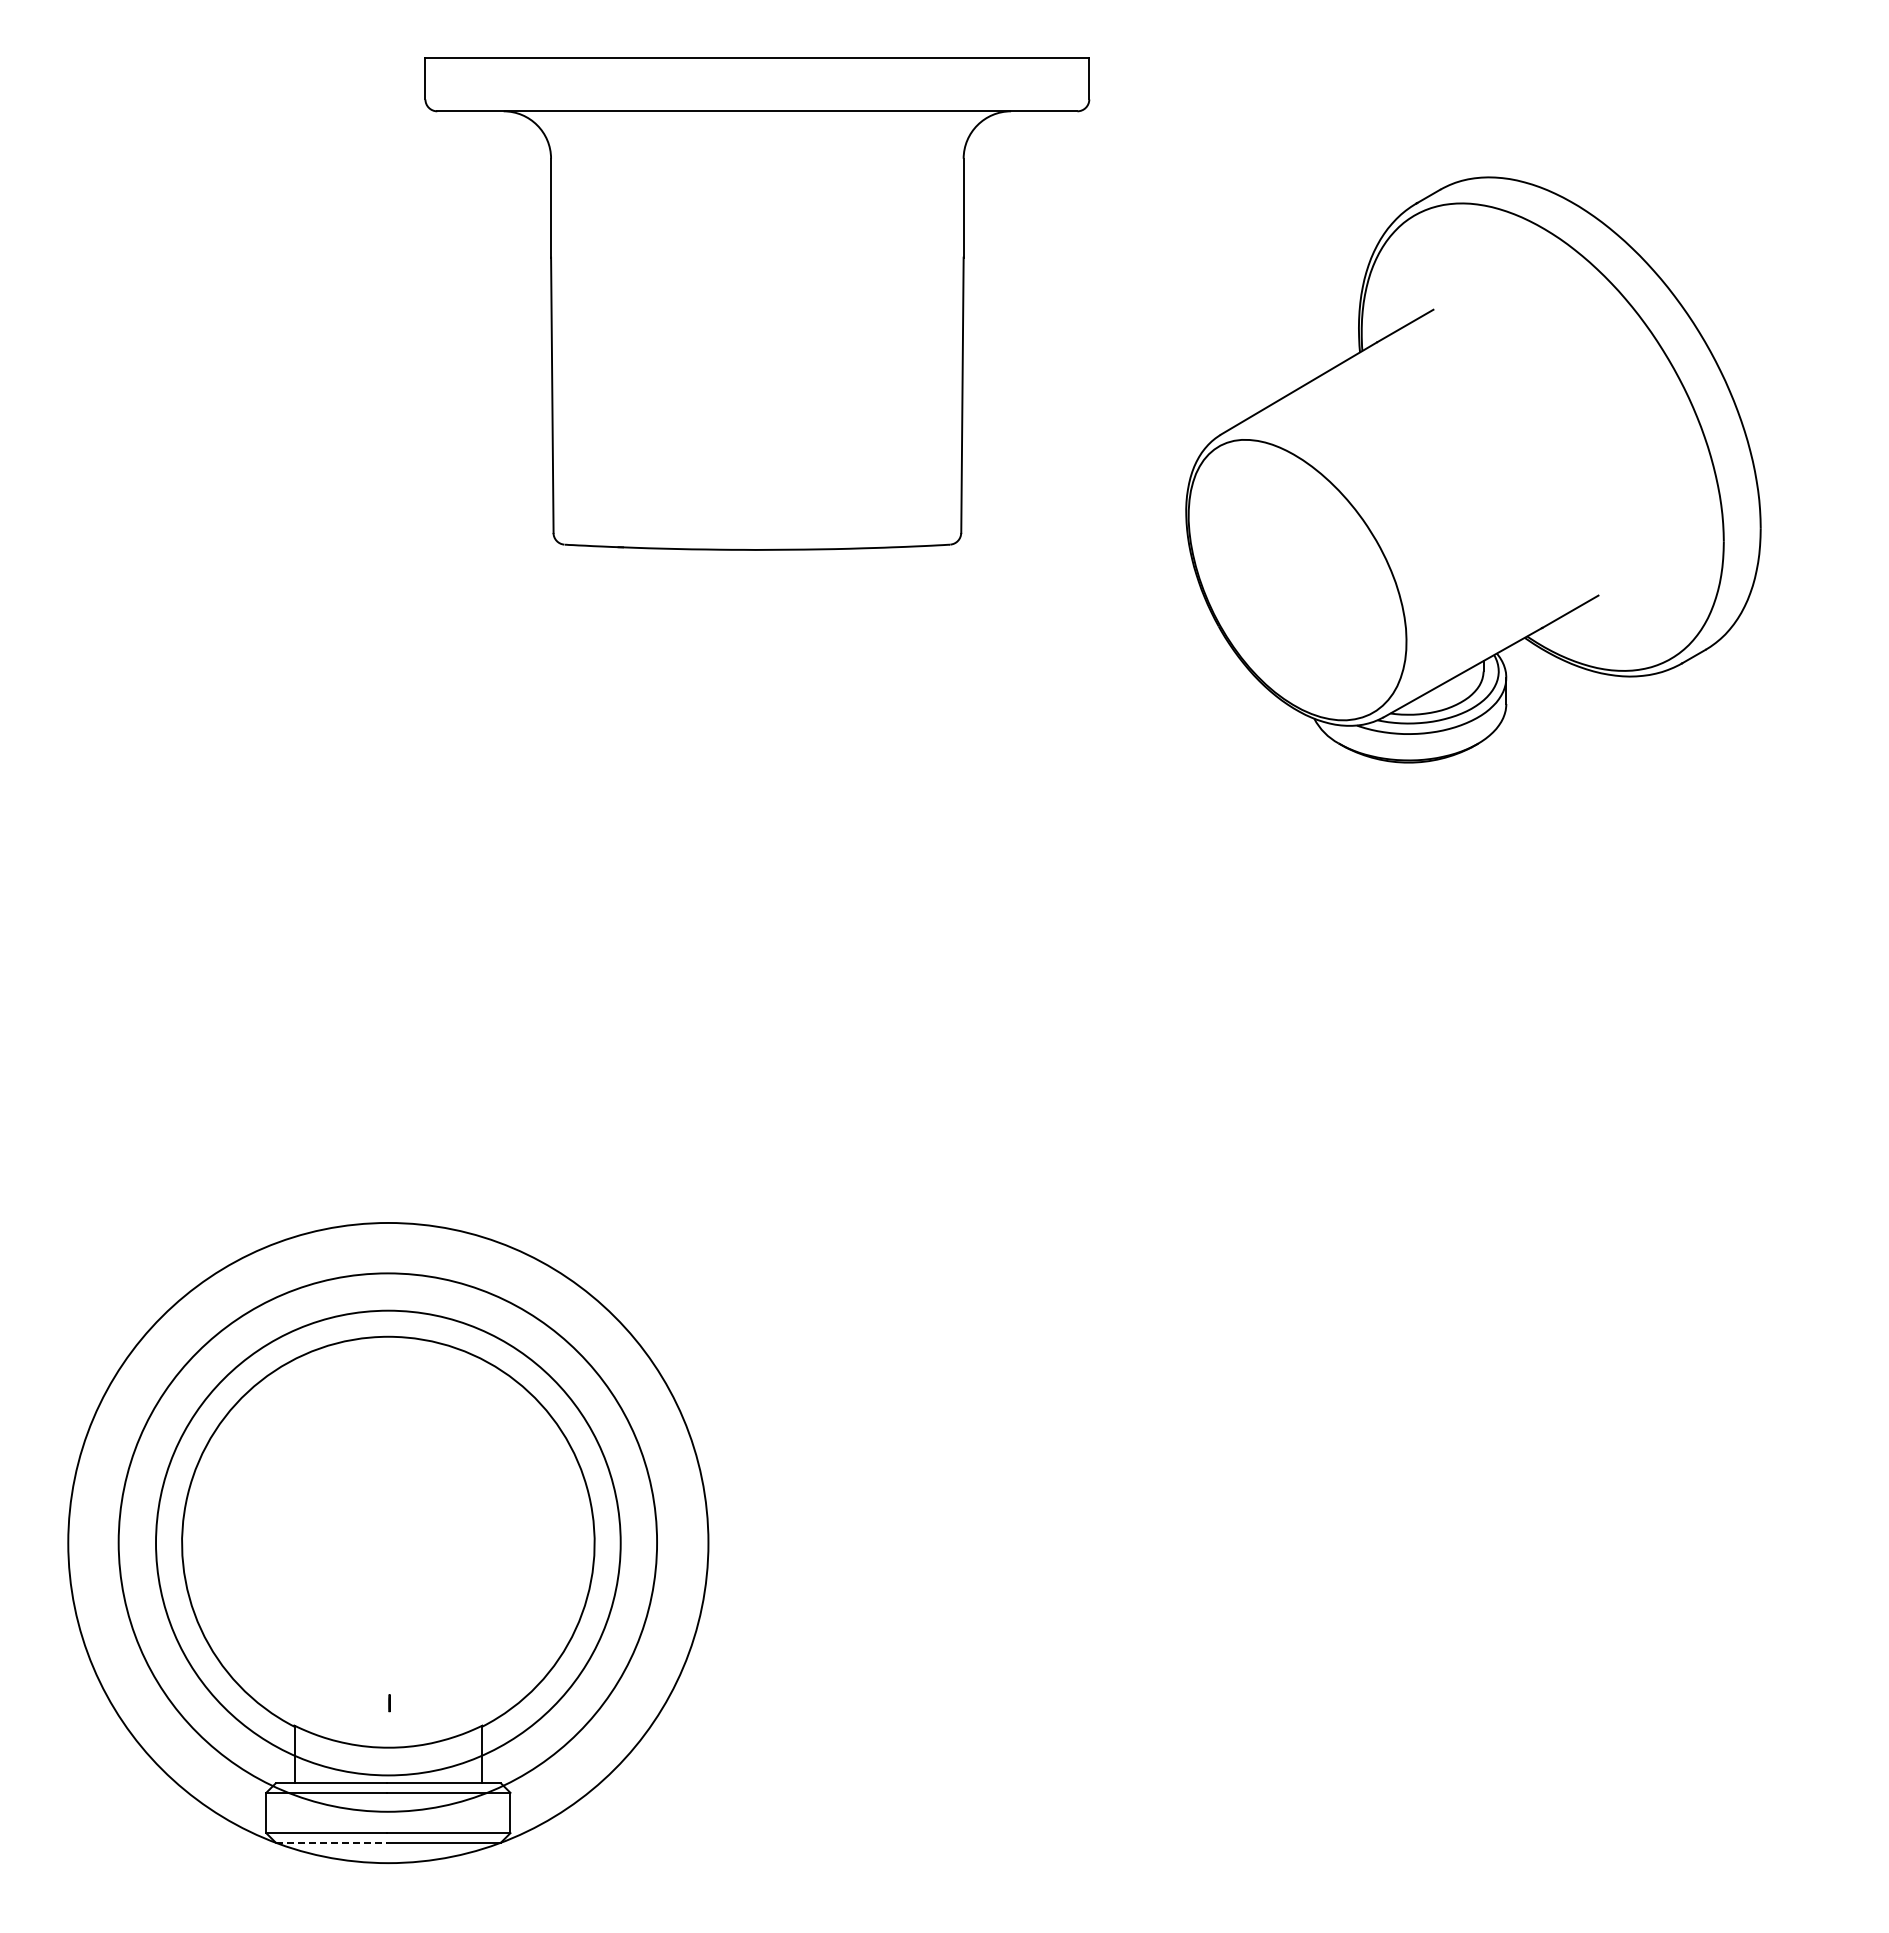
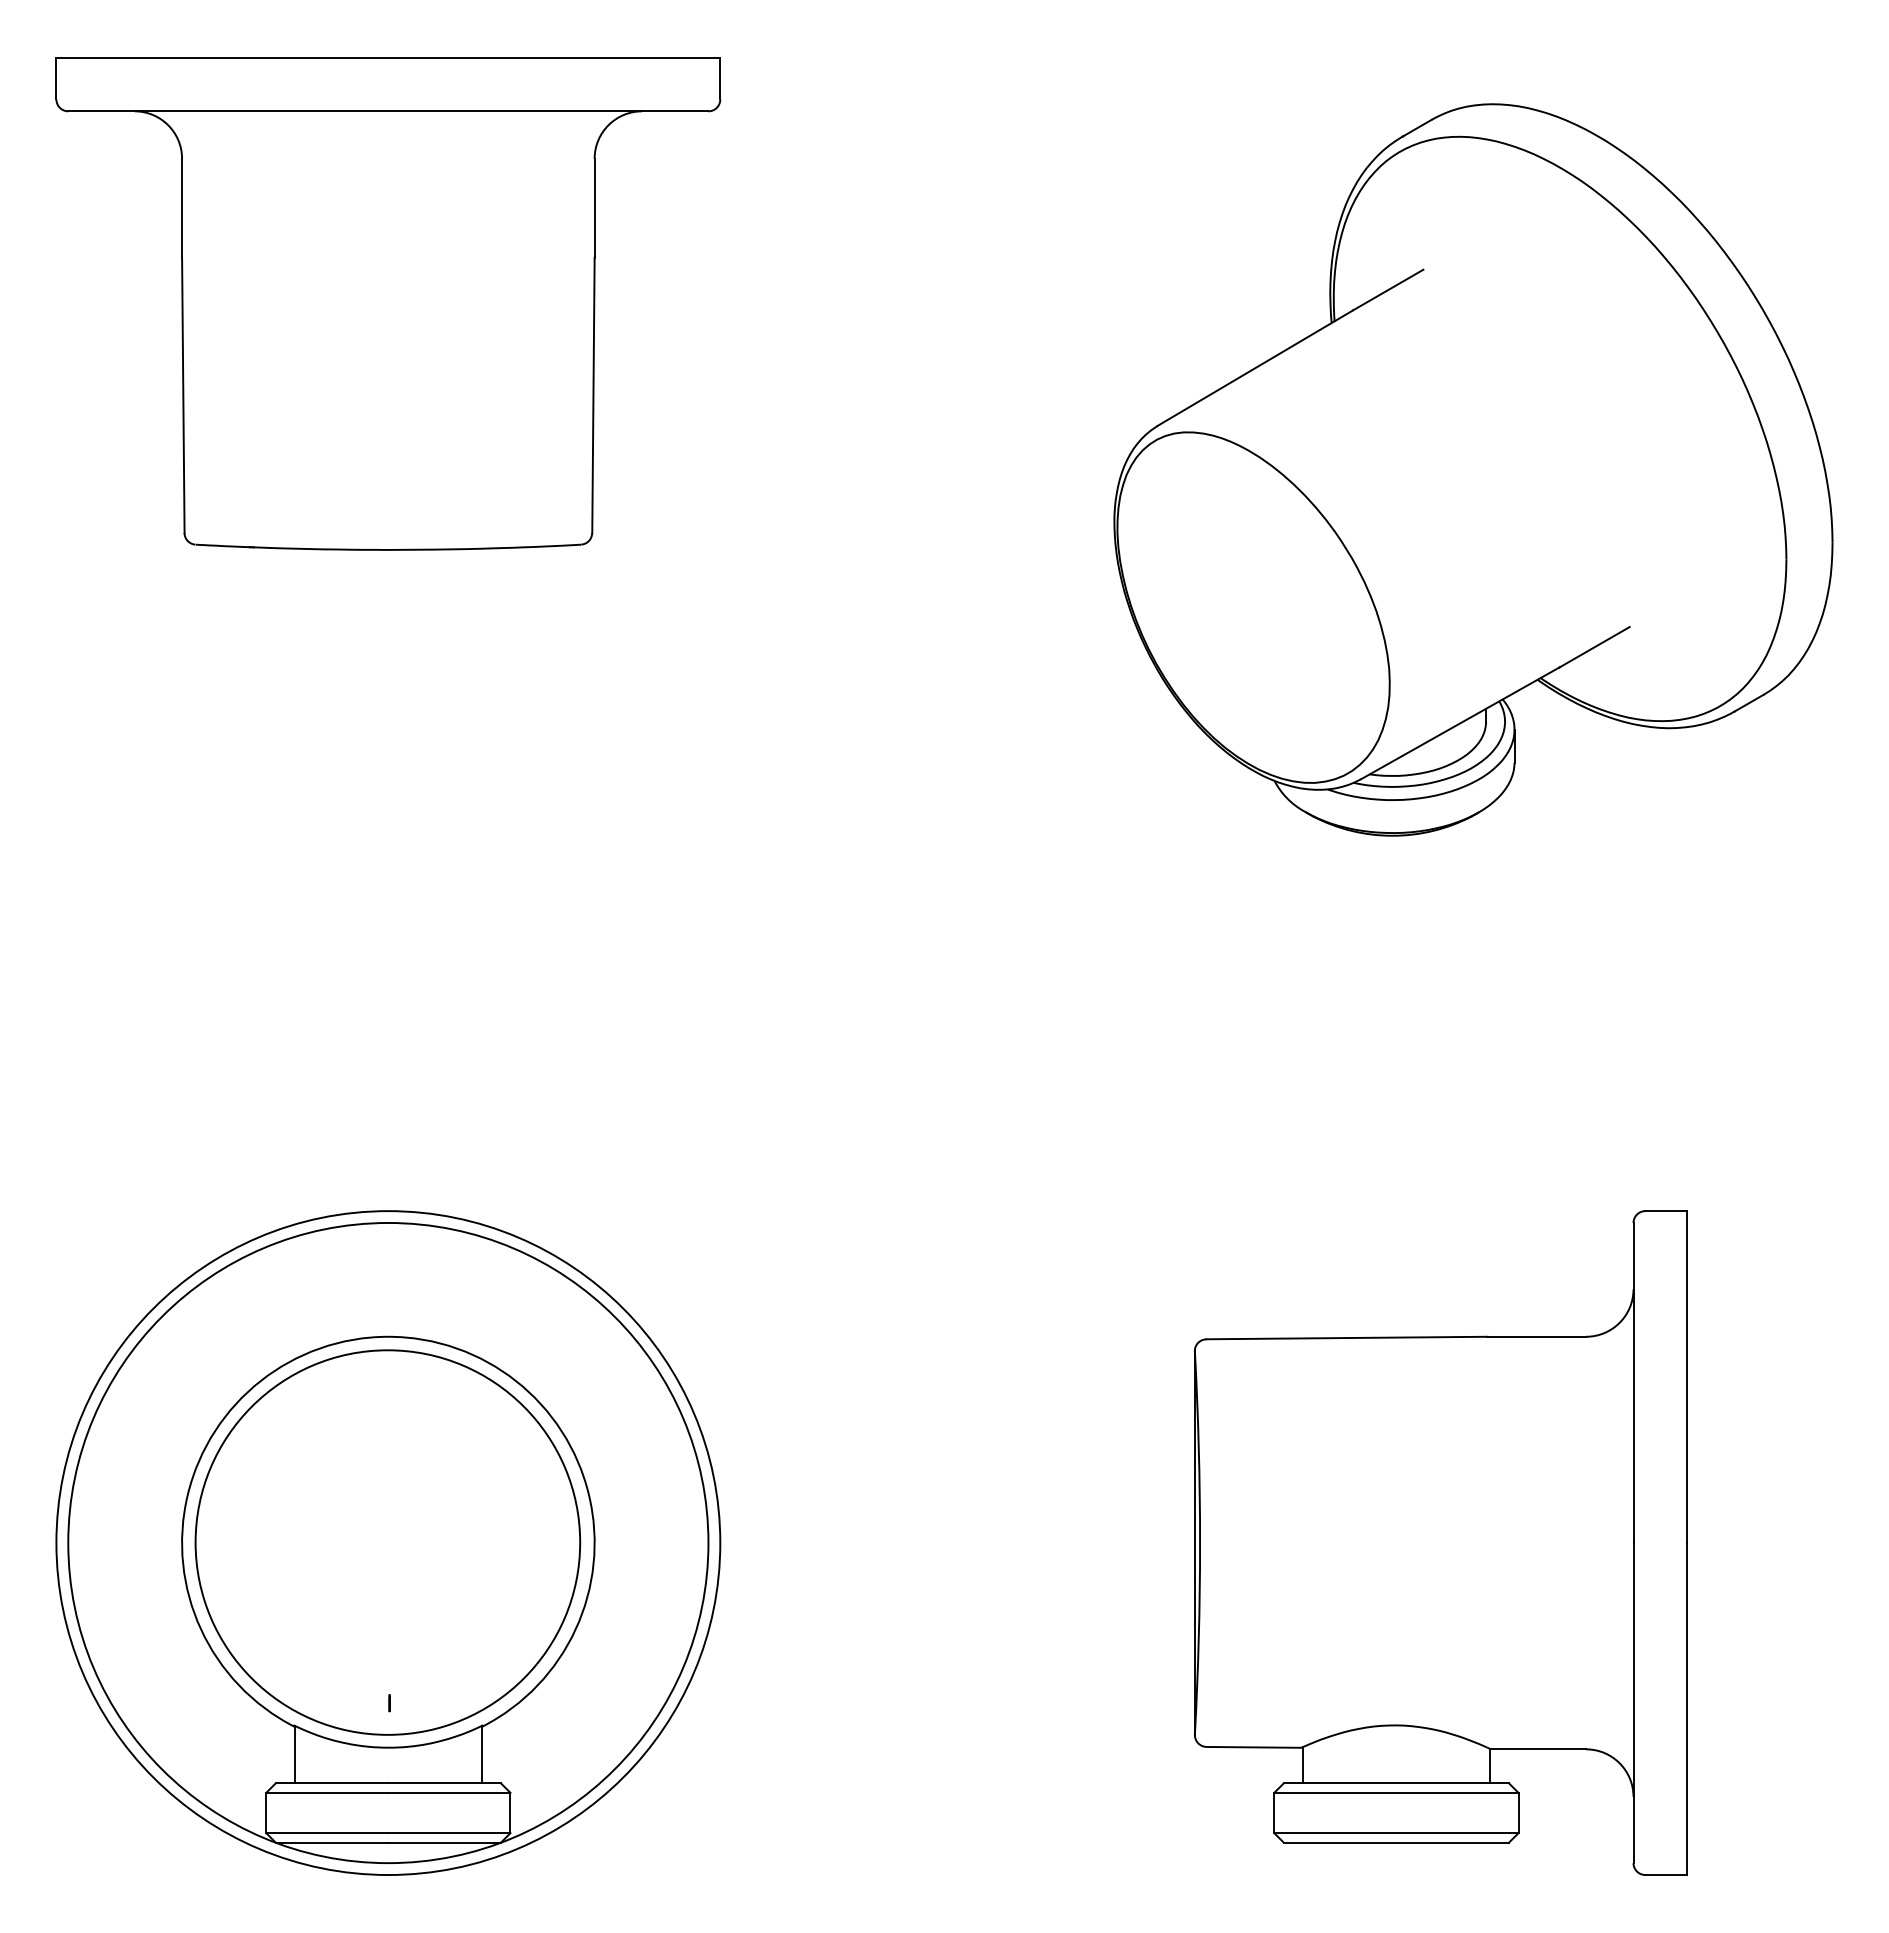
part at (757, 303) position: (757, 303) -> (388, 303)
part at (1473, 469) size: 577x588 px -> 721x734 px
circle at (387, 1542) diameter: 538 px -> 385 px
circle at (388, 1542) diameter: 465 px -> 664 px
part at (1440, 1542): none -> present
line at (331, 1842): dashed -> solid
